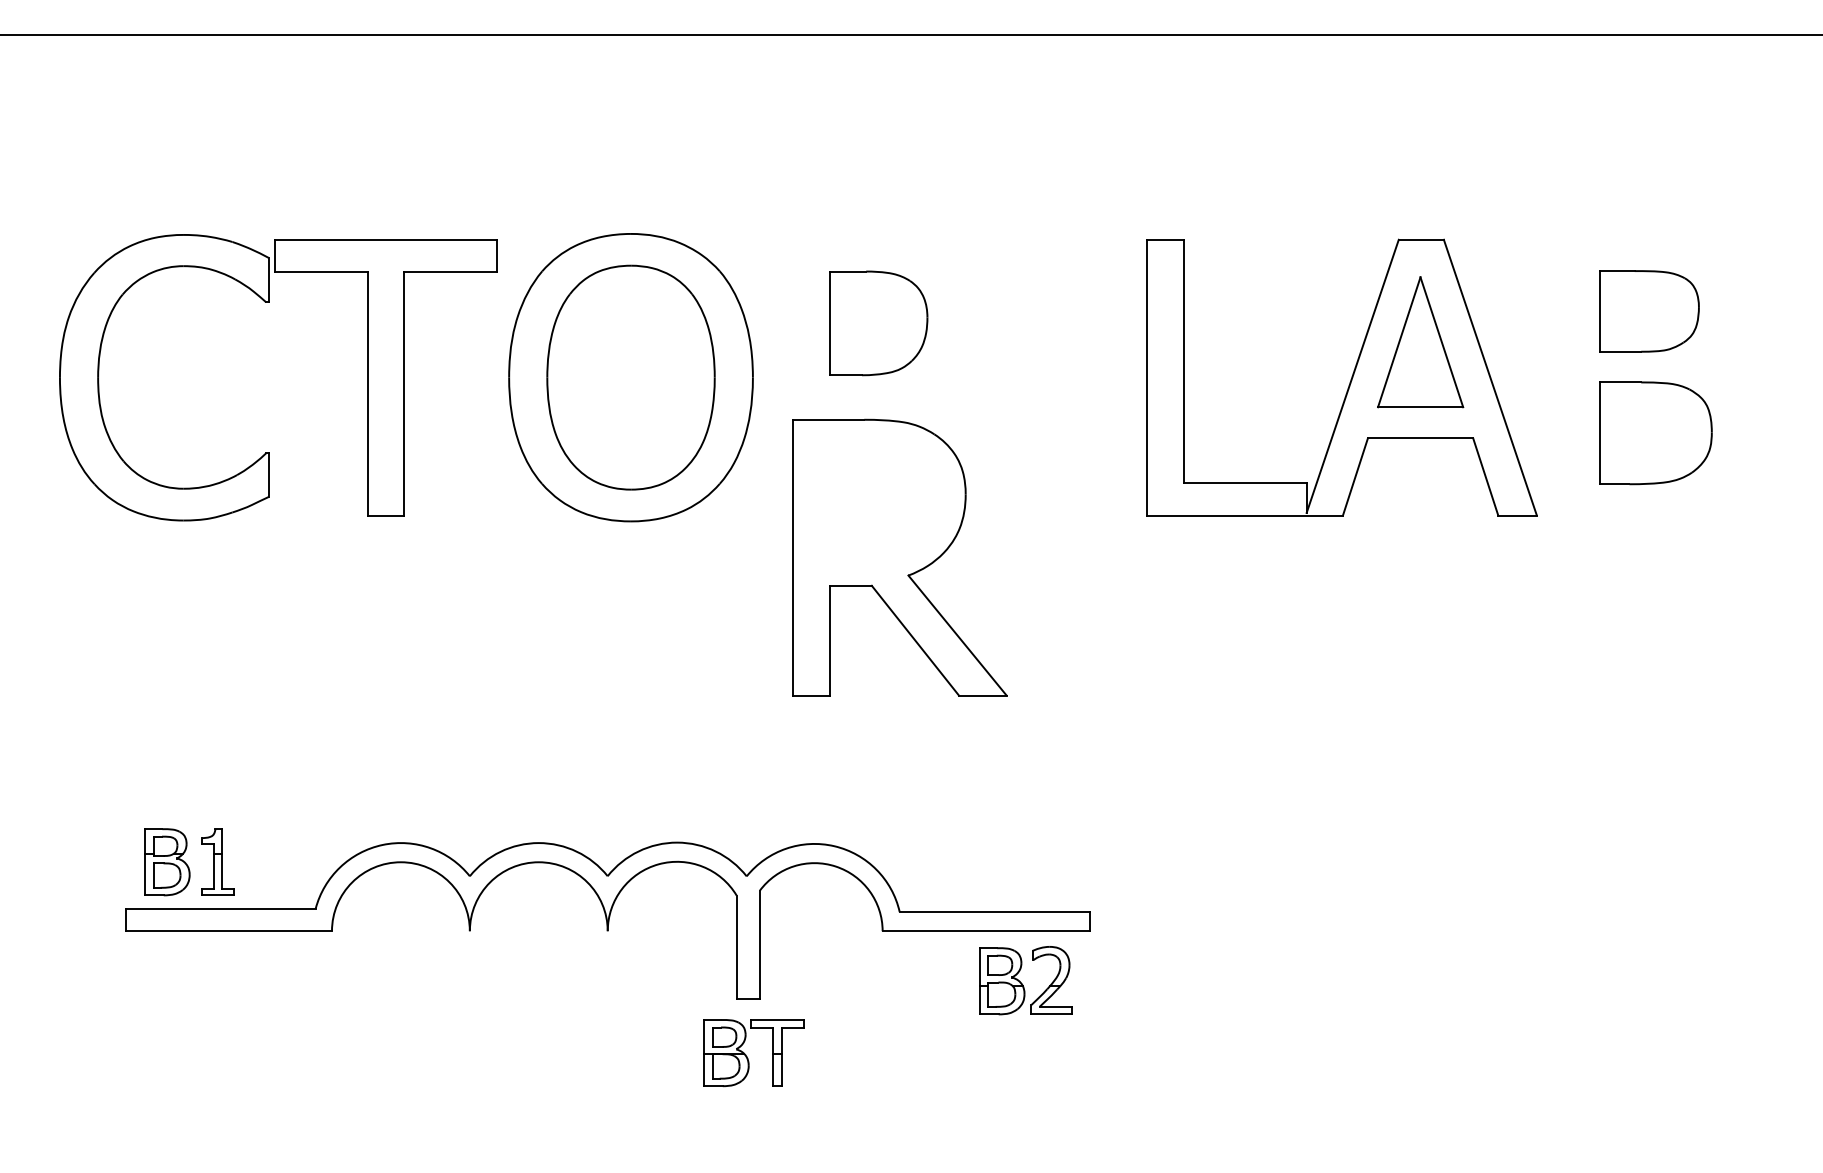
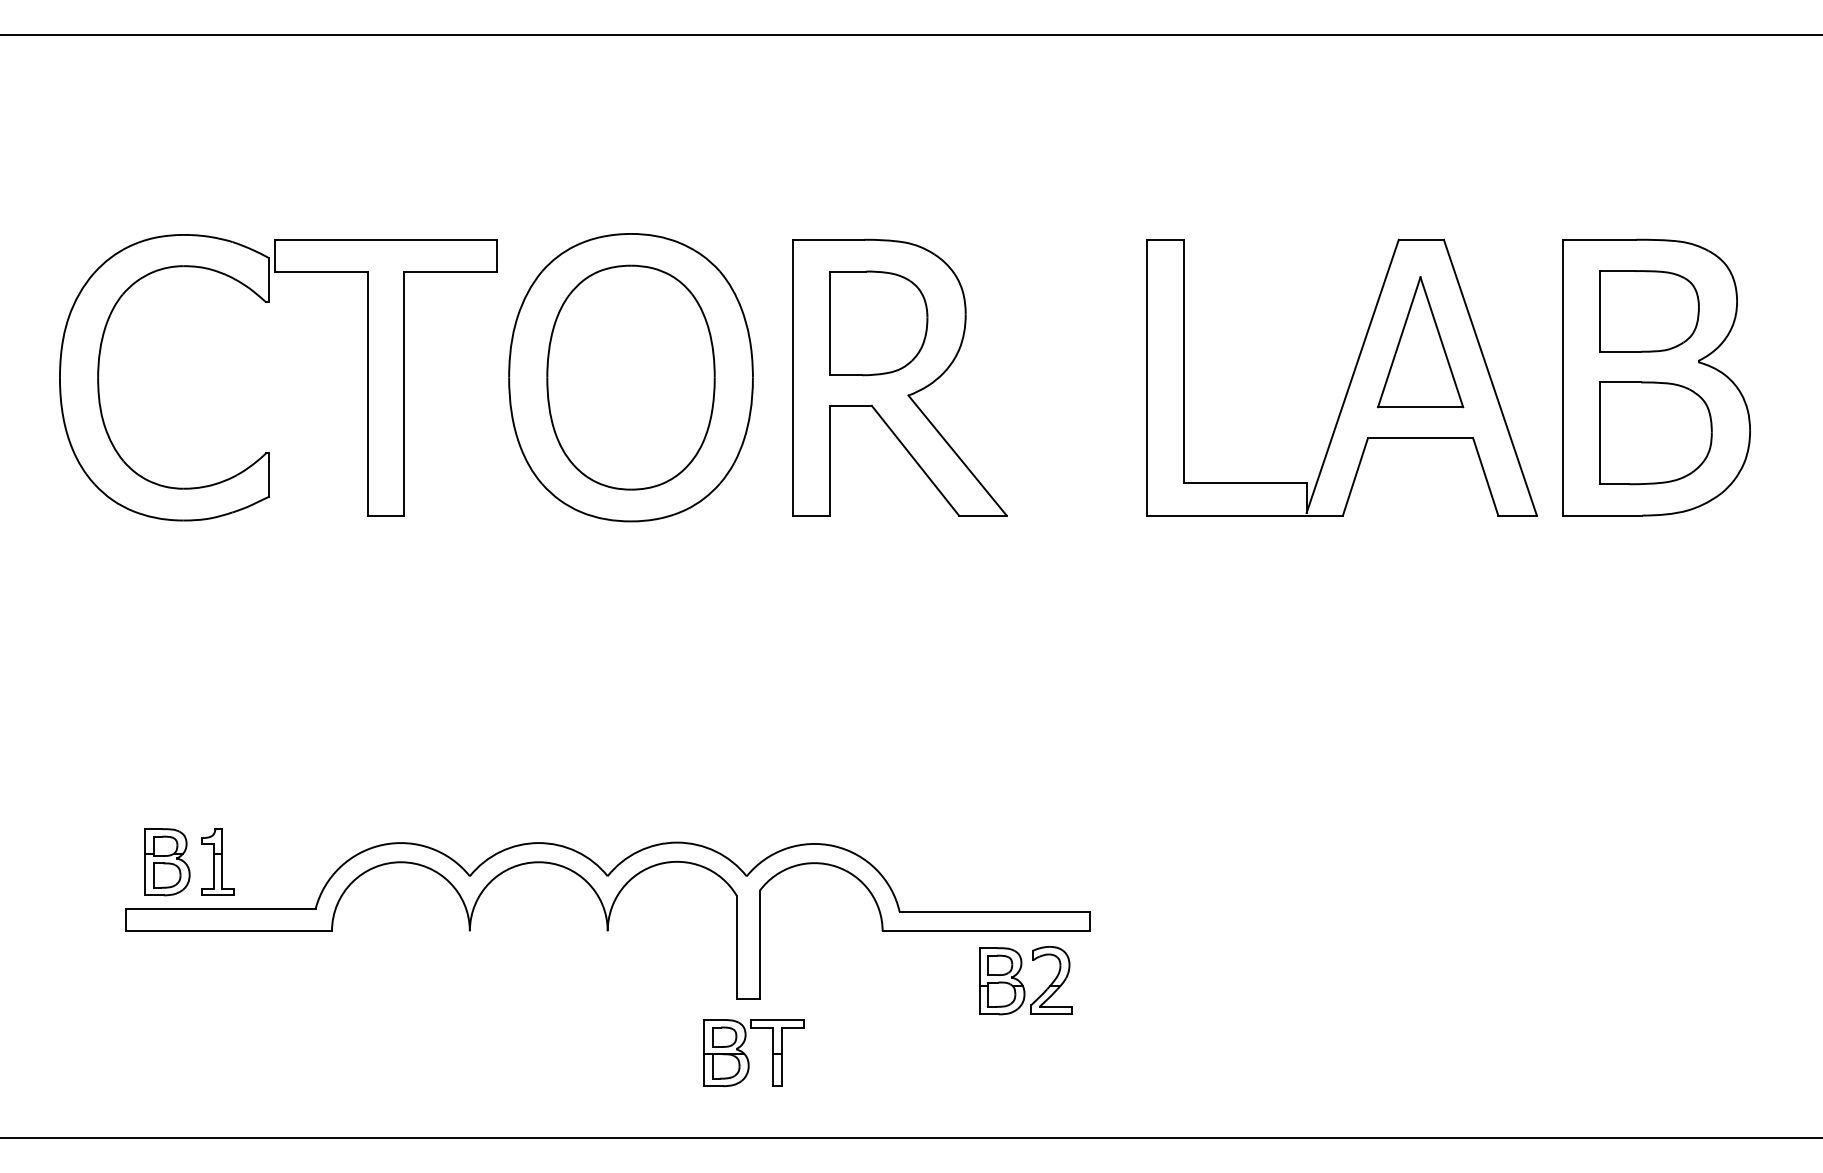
part at (1656, 377): none -> present
part at (899, 557) position: (899, 557) -> (899, 377)
line at (910, 1138): none -> present
